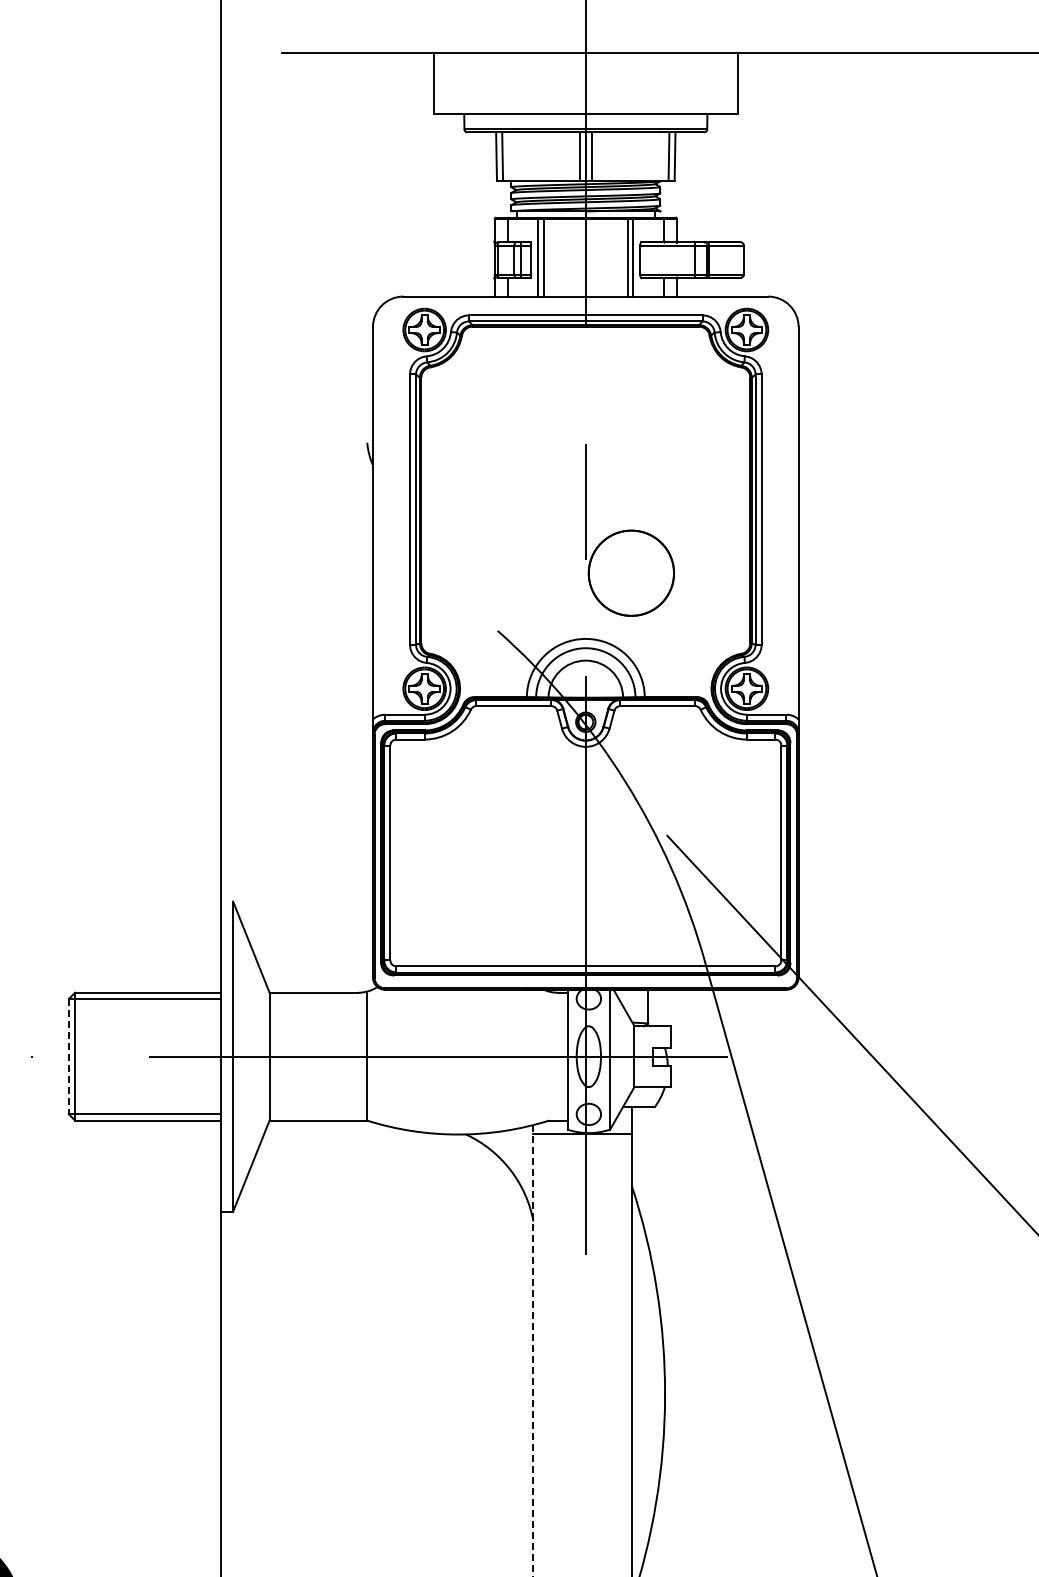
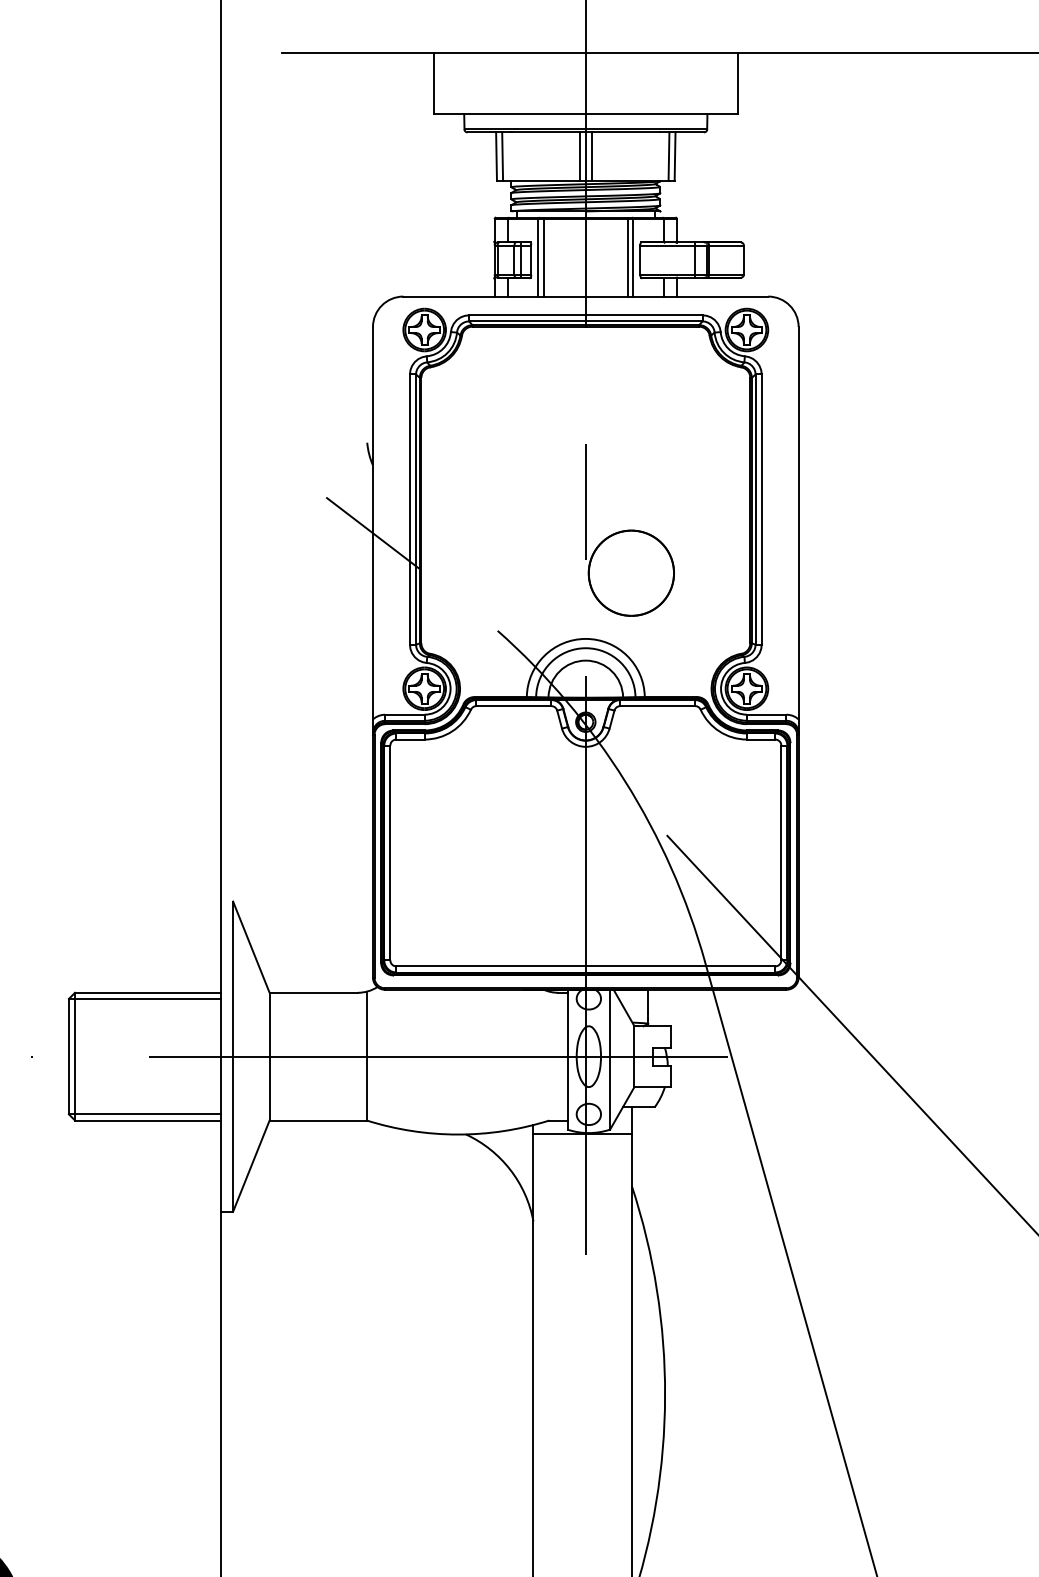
line at (372, 533): none -> present
line at (68, 1056): dashed -> solid
line at (533, 1350): dashed -> solid
